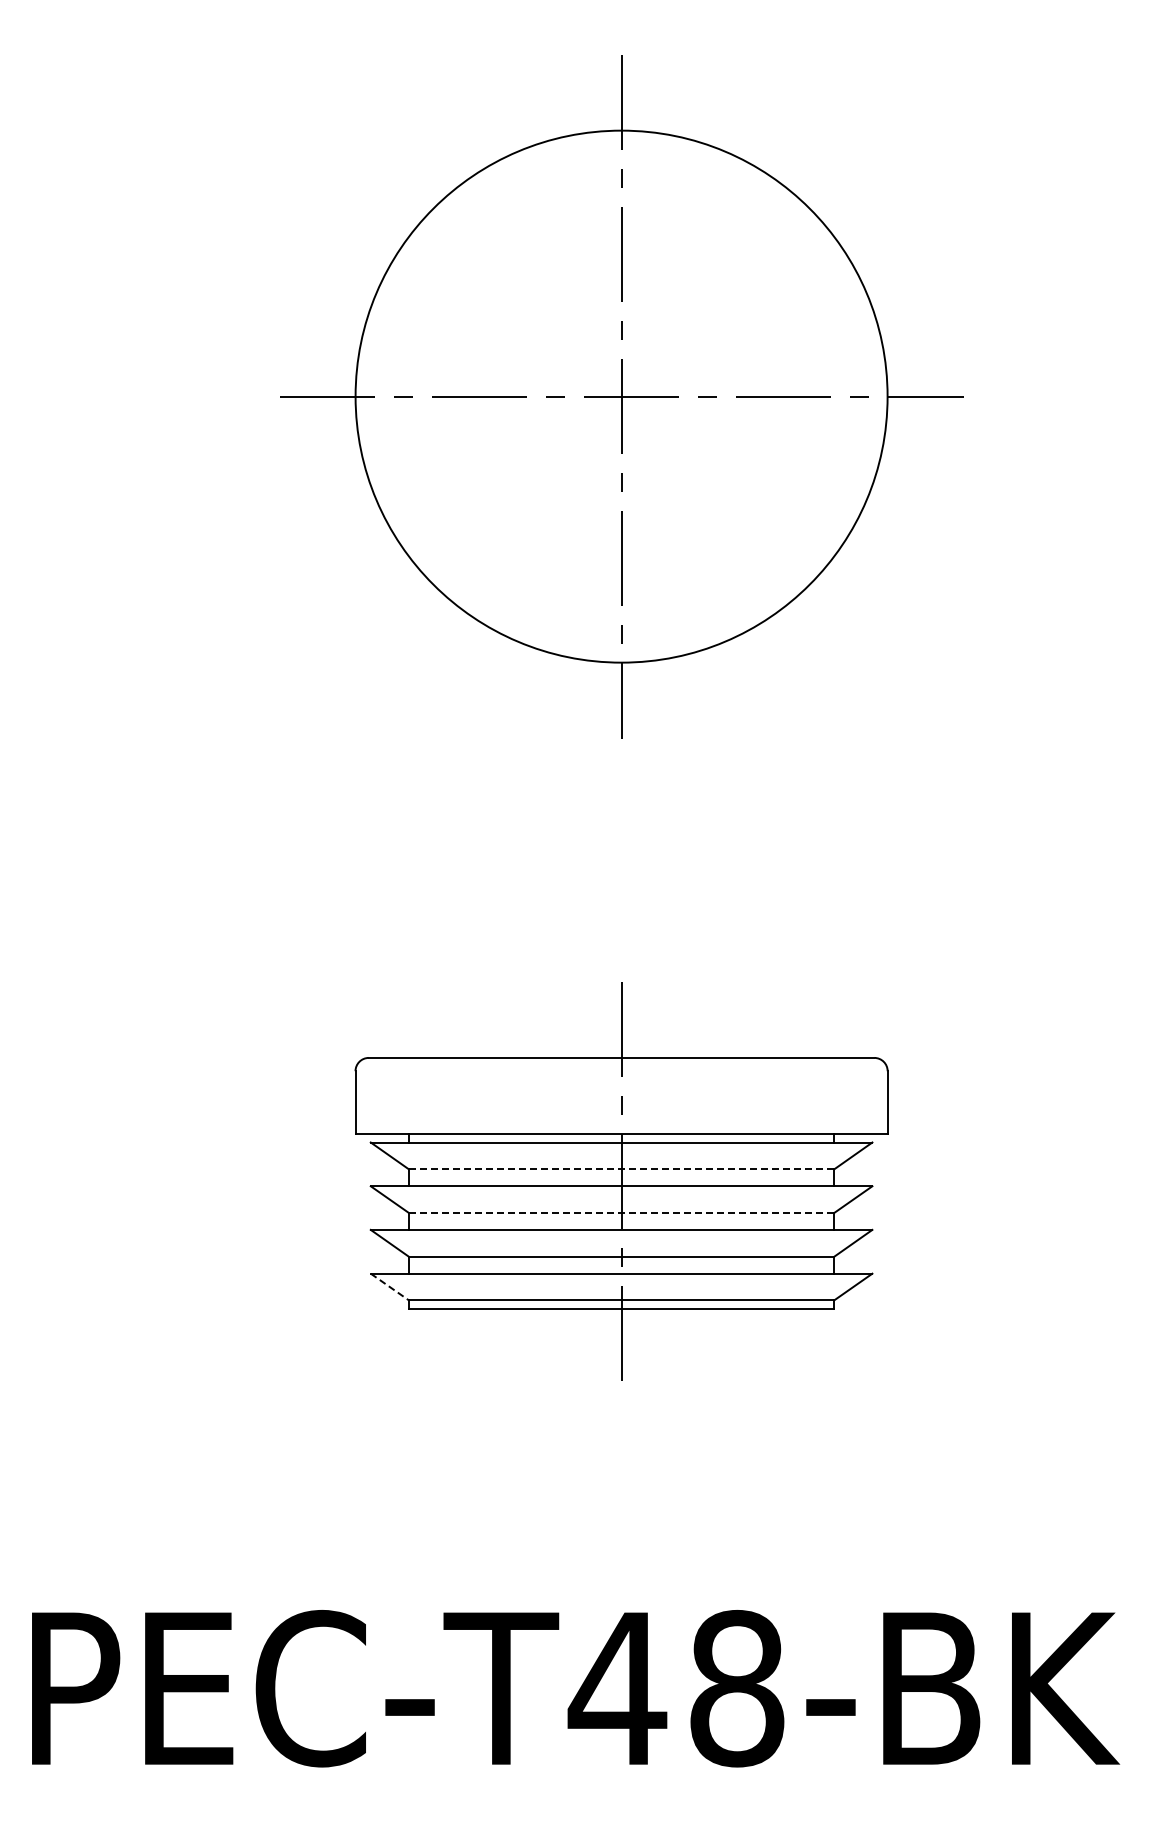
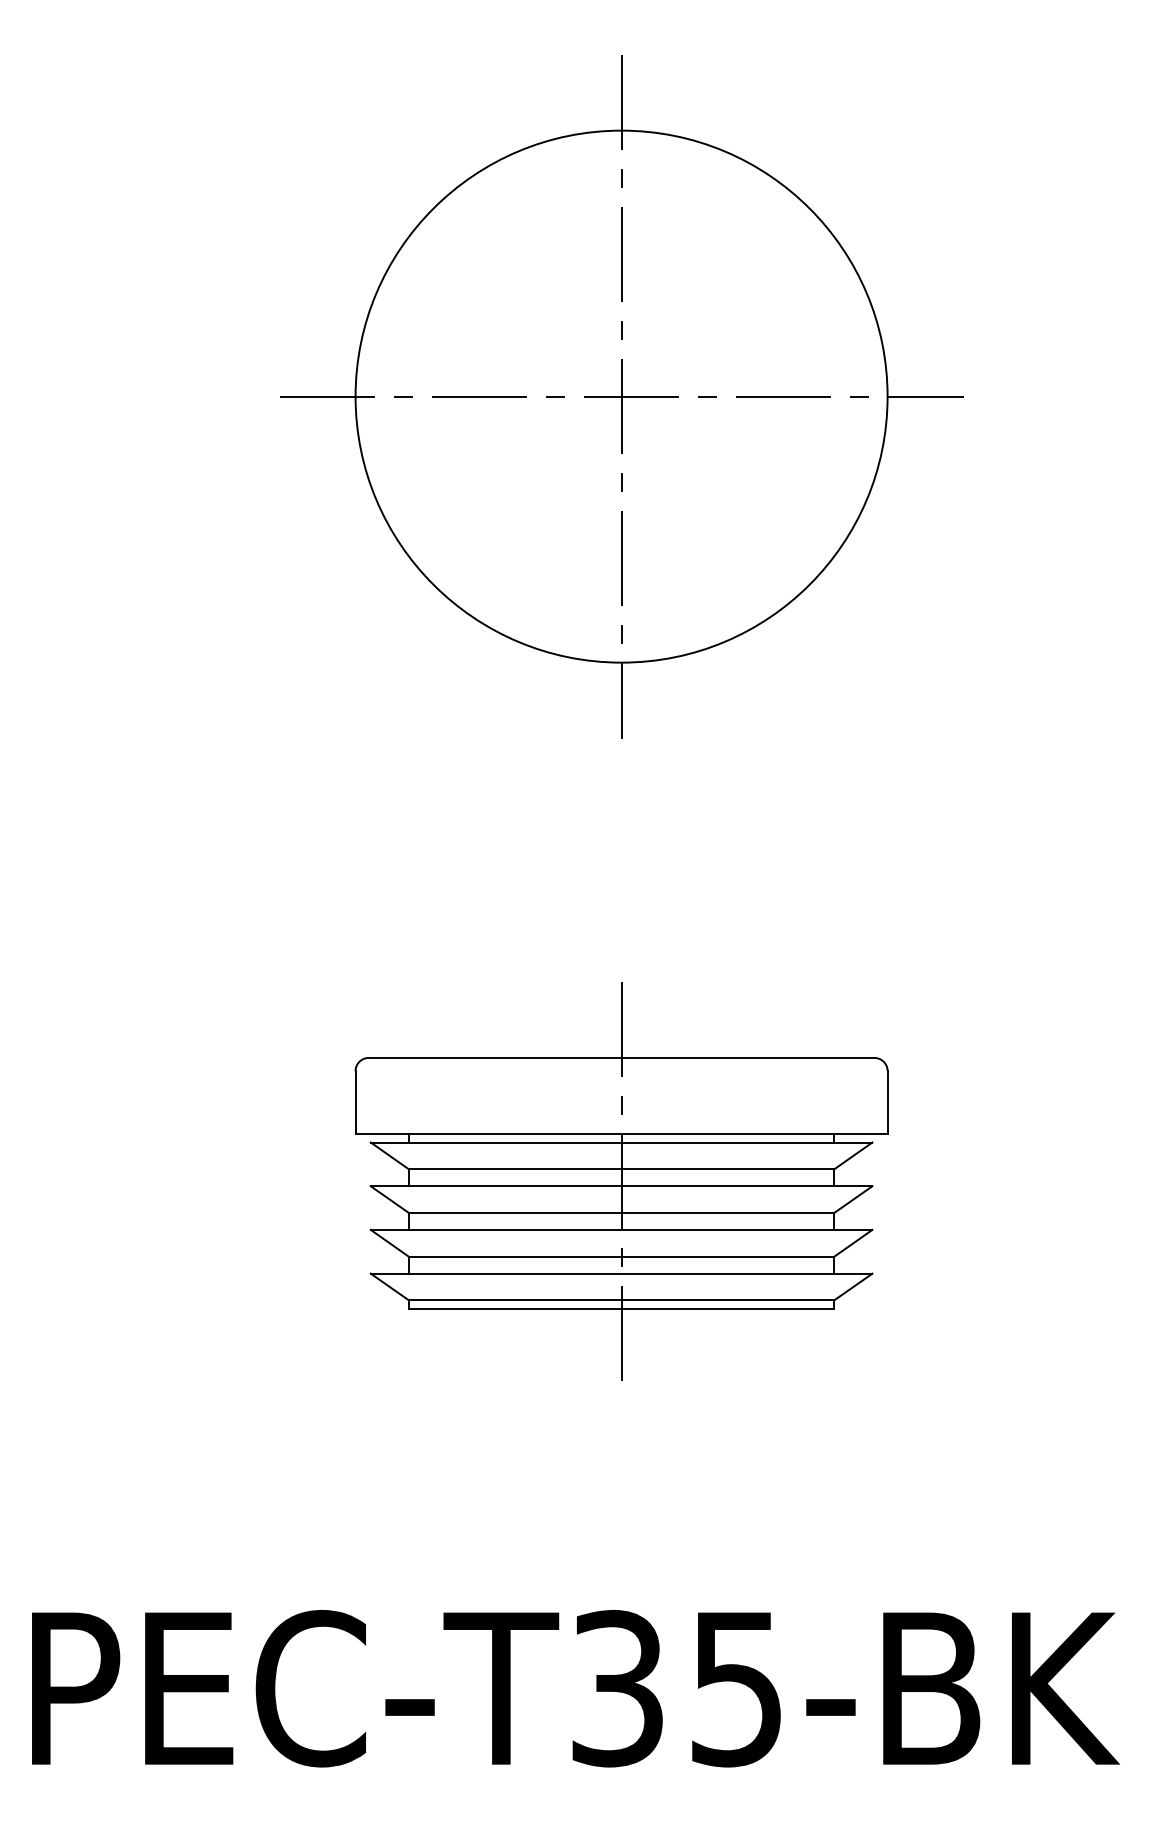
line at (621, 1169): dashed -> solid
line at (621, 1212): dashed -> solid
line at (390, 1287): dashed -> solid
text at (675, 1688): PEC-T48-BK -> PEC-T35-BK
